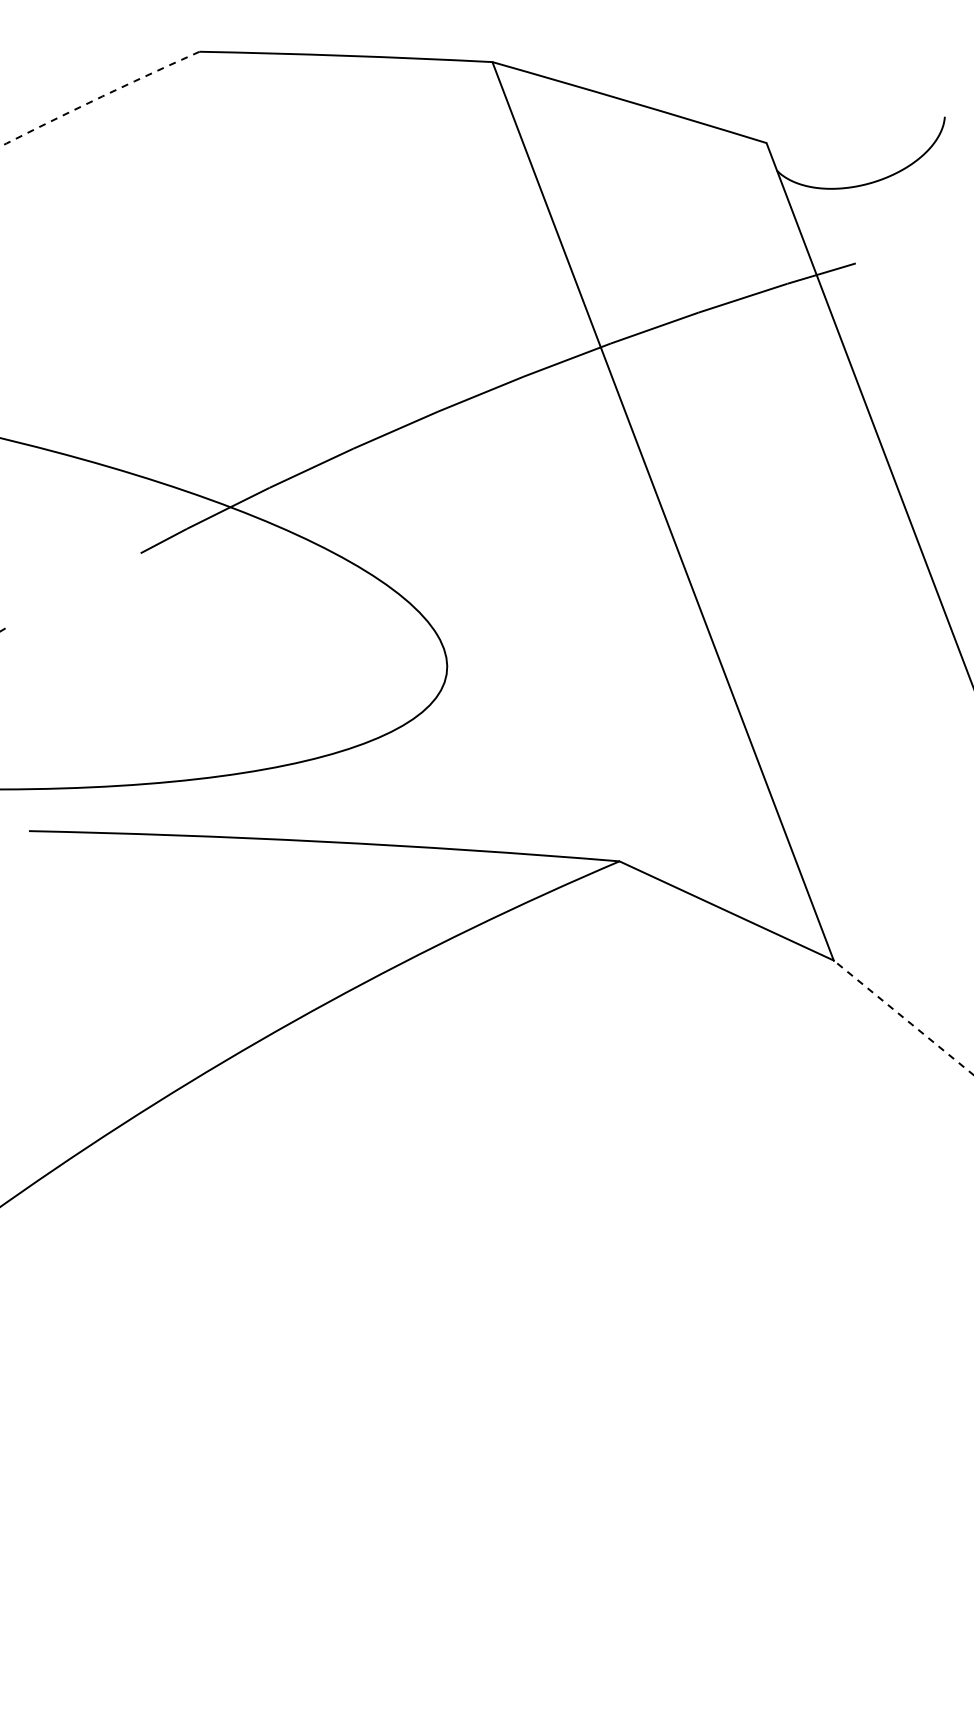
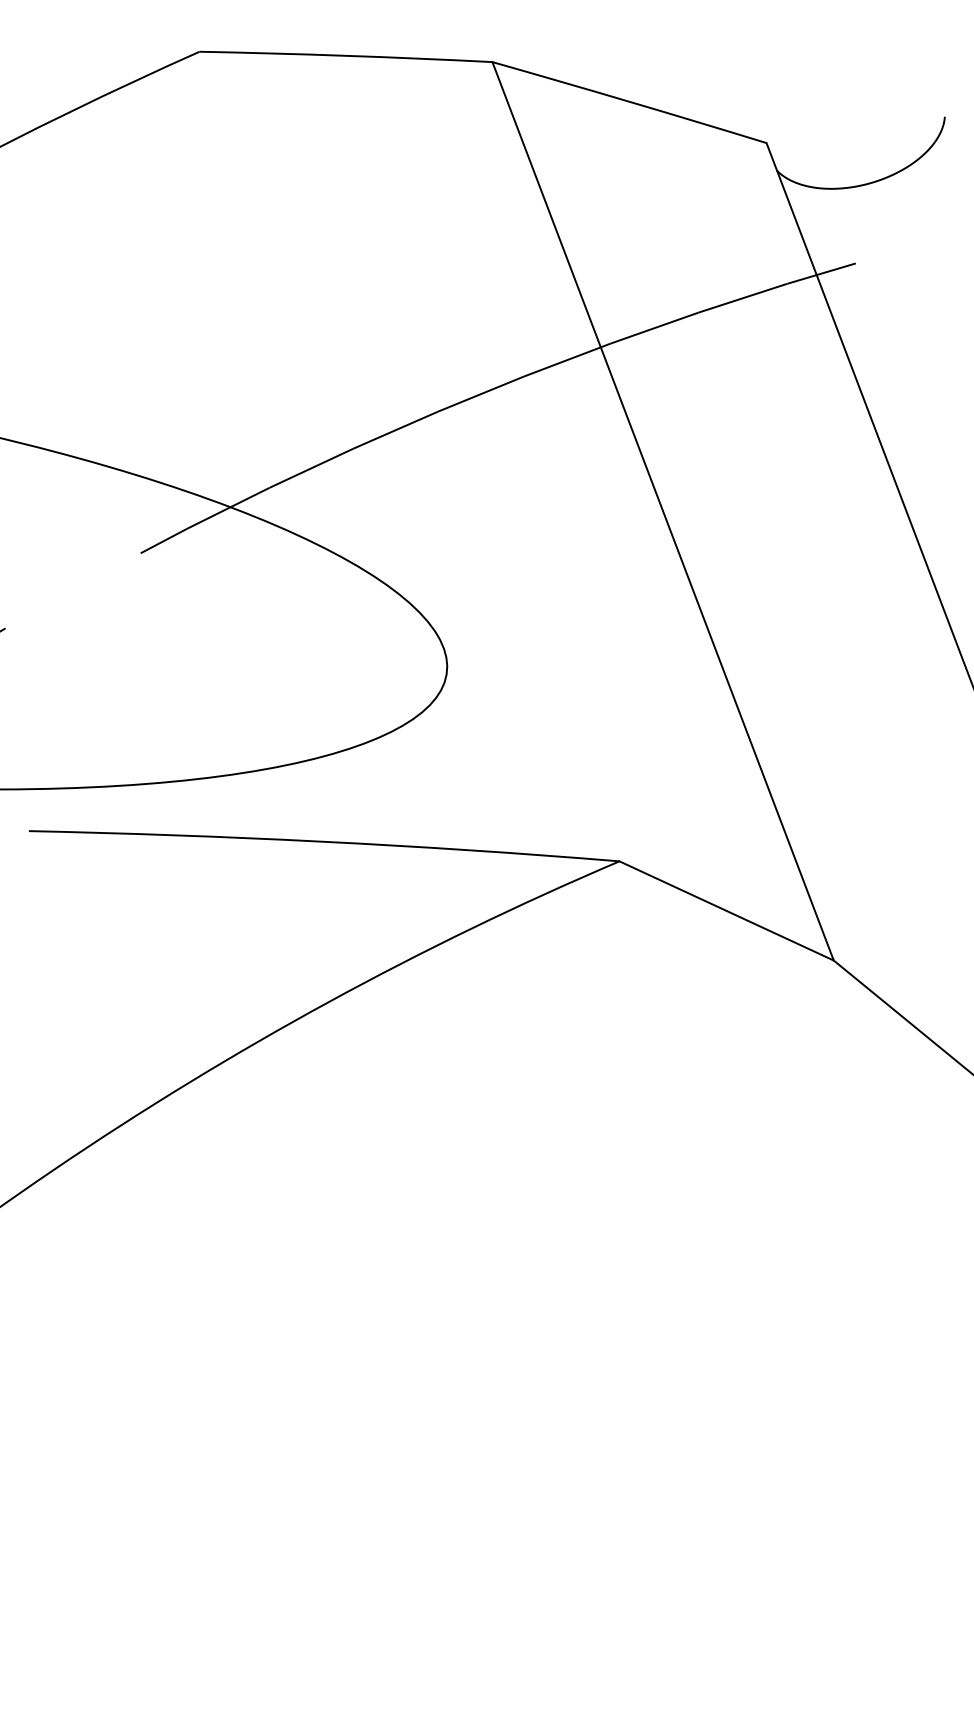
arc at (98, 98): dashed -> solid
line at (903, 1017): dashed -> solid
